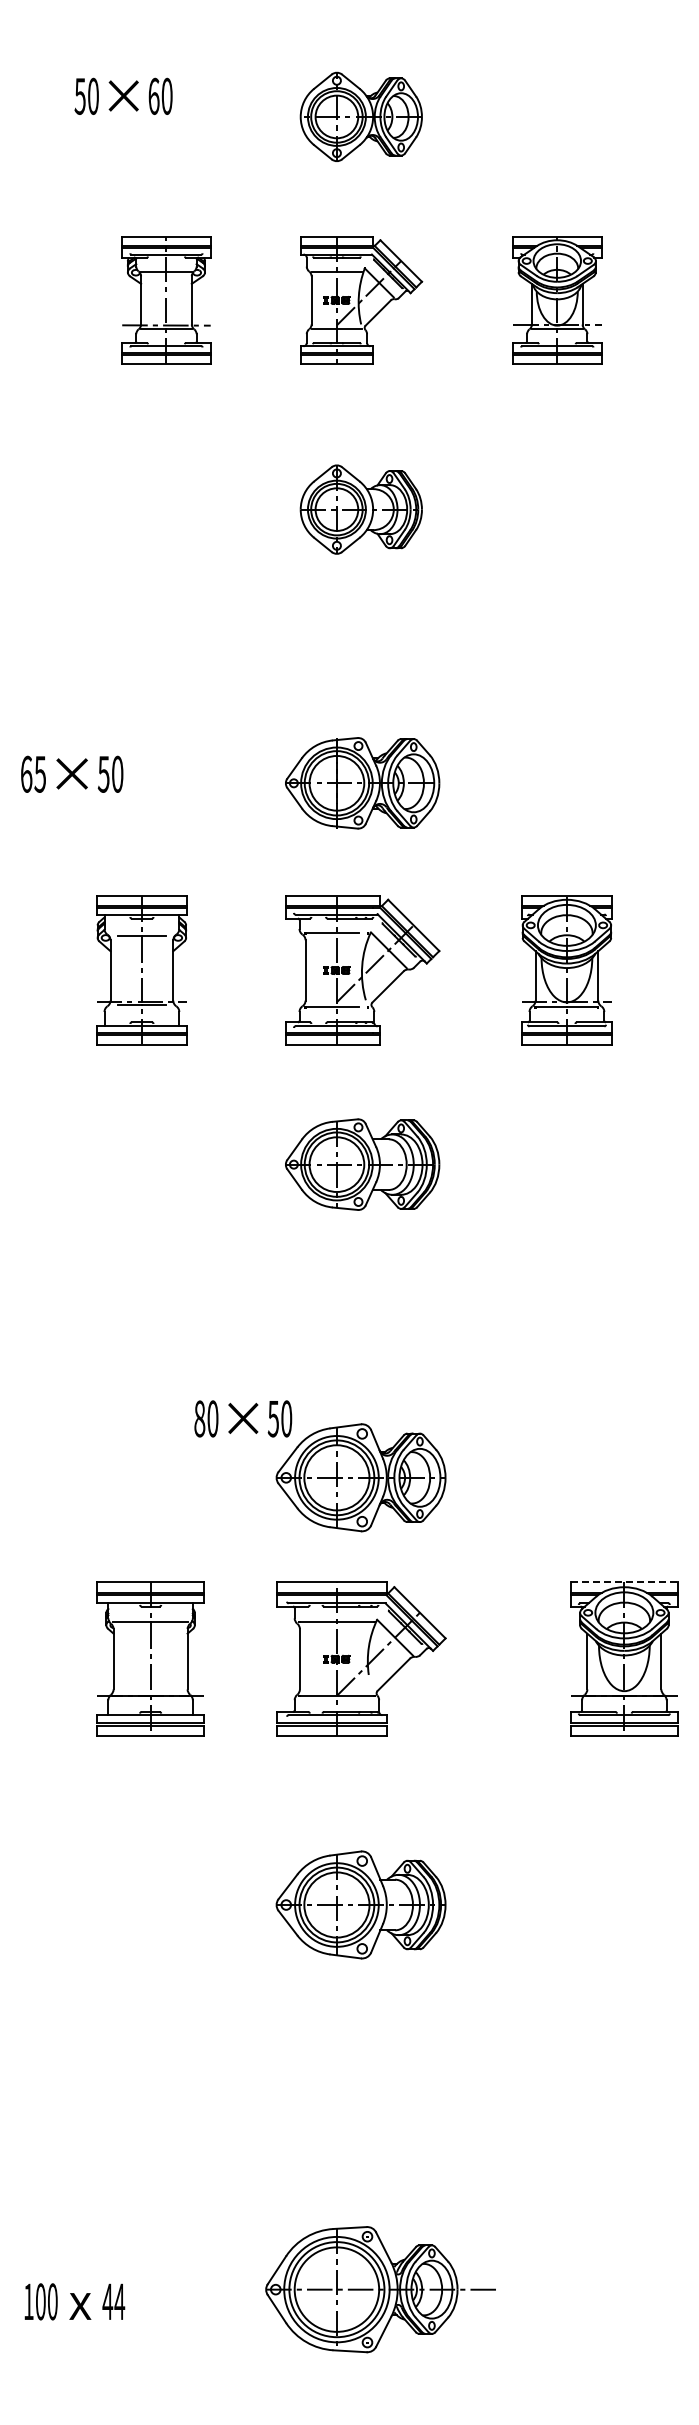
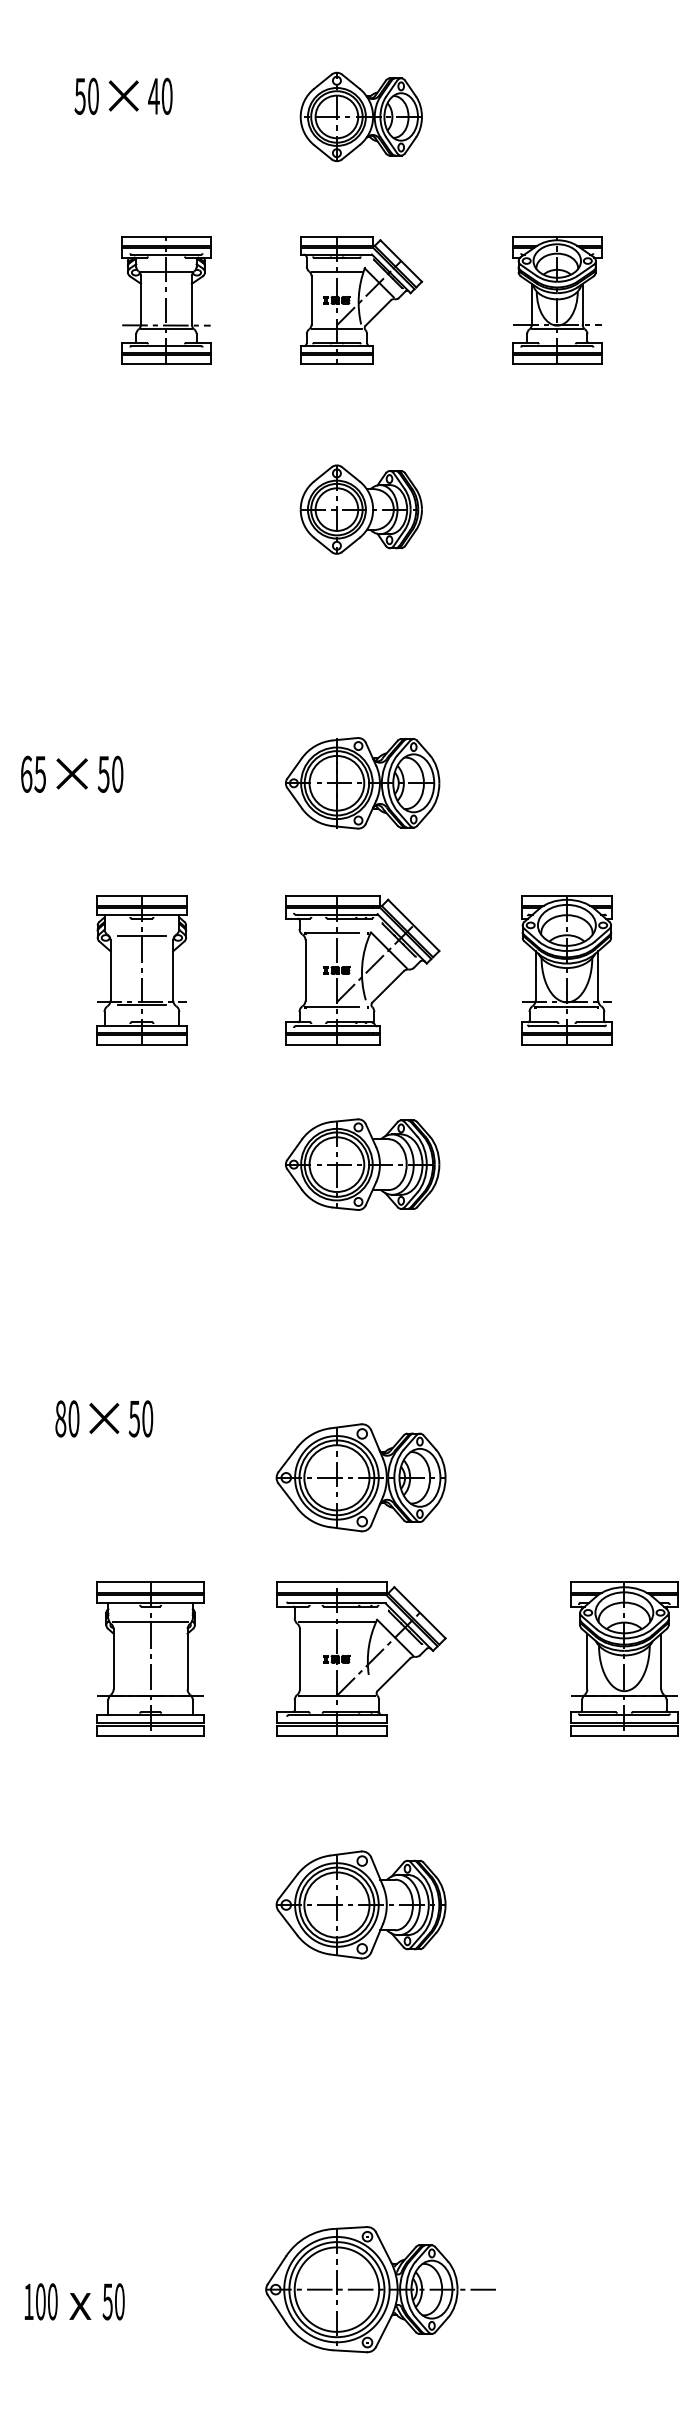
text at (153, 95): 60 -> 40
text at (243, 1418) position: (243, 1418) -> (104, 1418)
line at (624, 1582): dashed -> solid
text at (113, 2301): 44 -> 50
